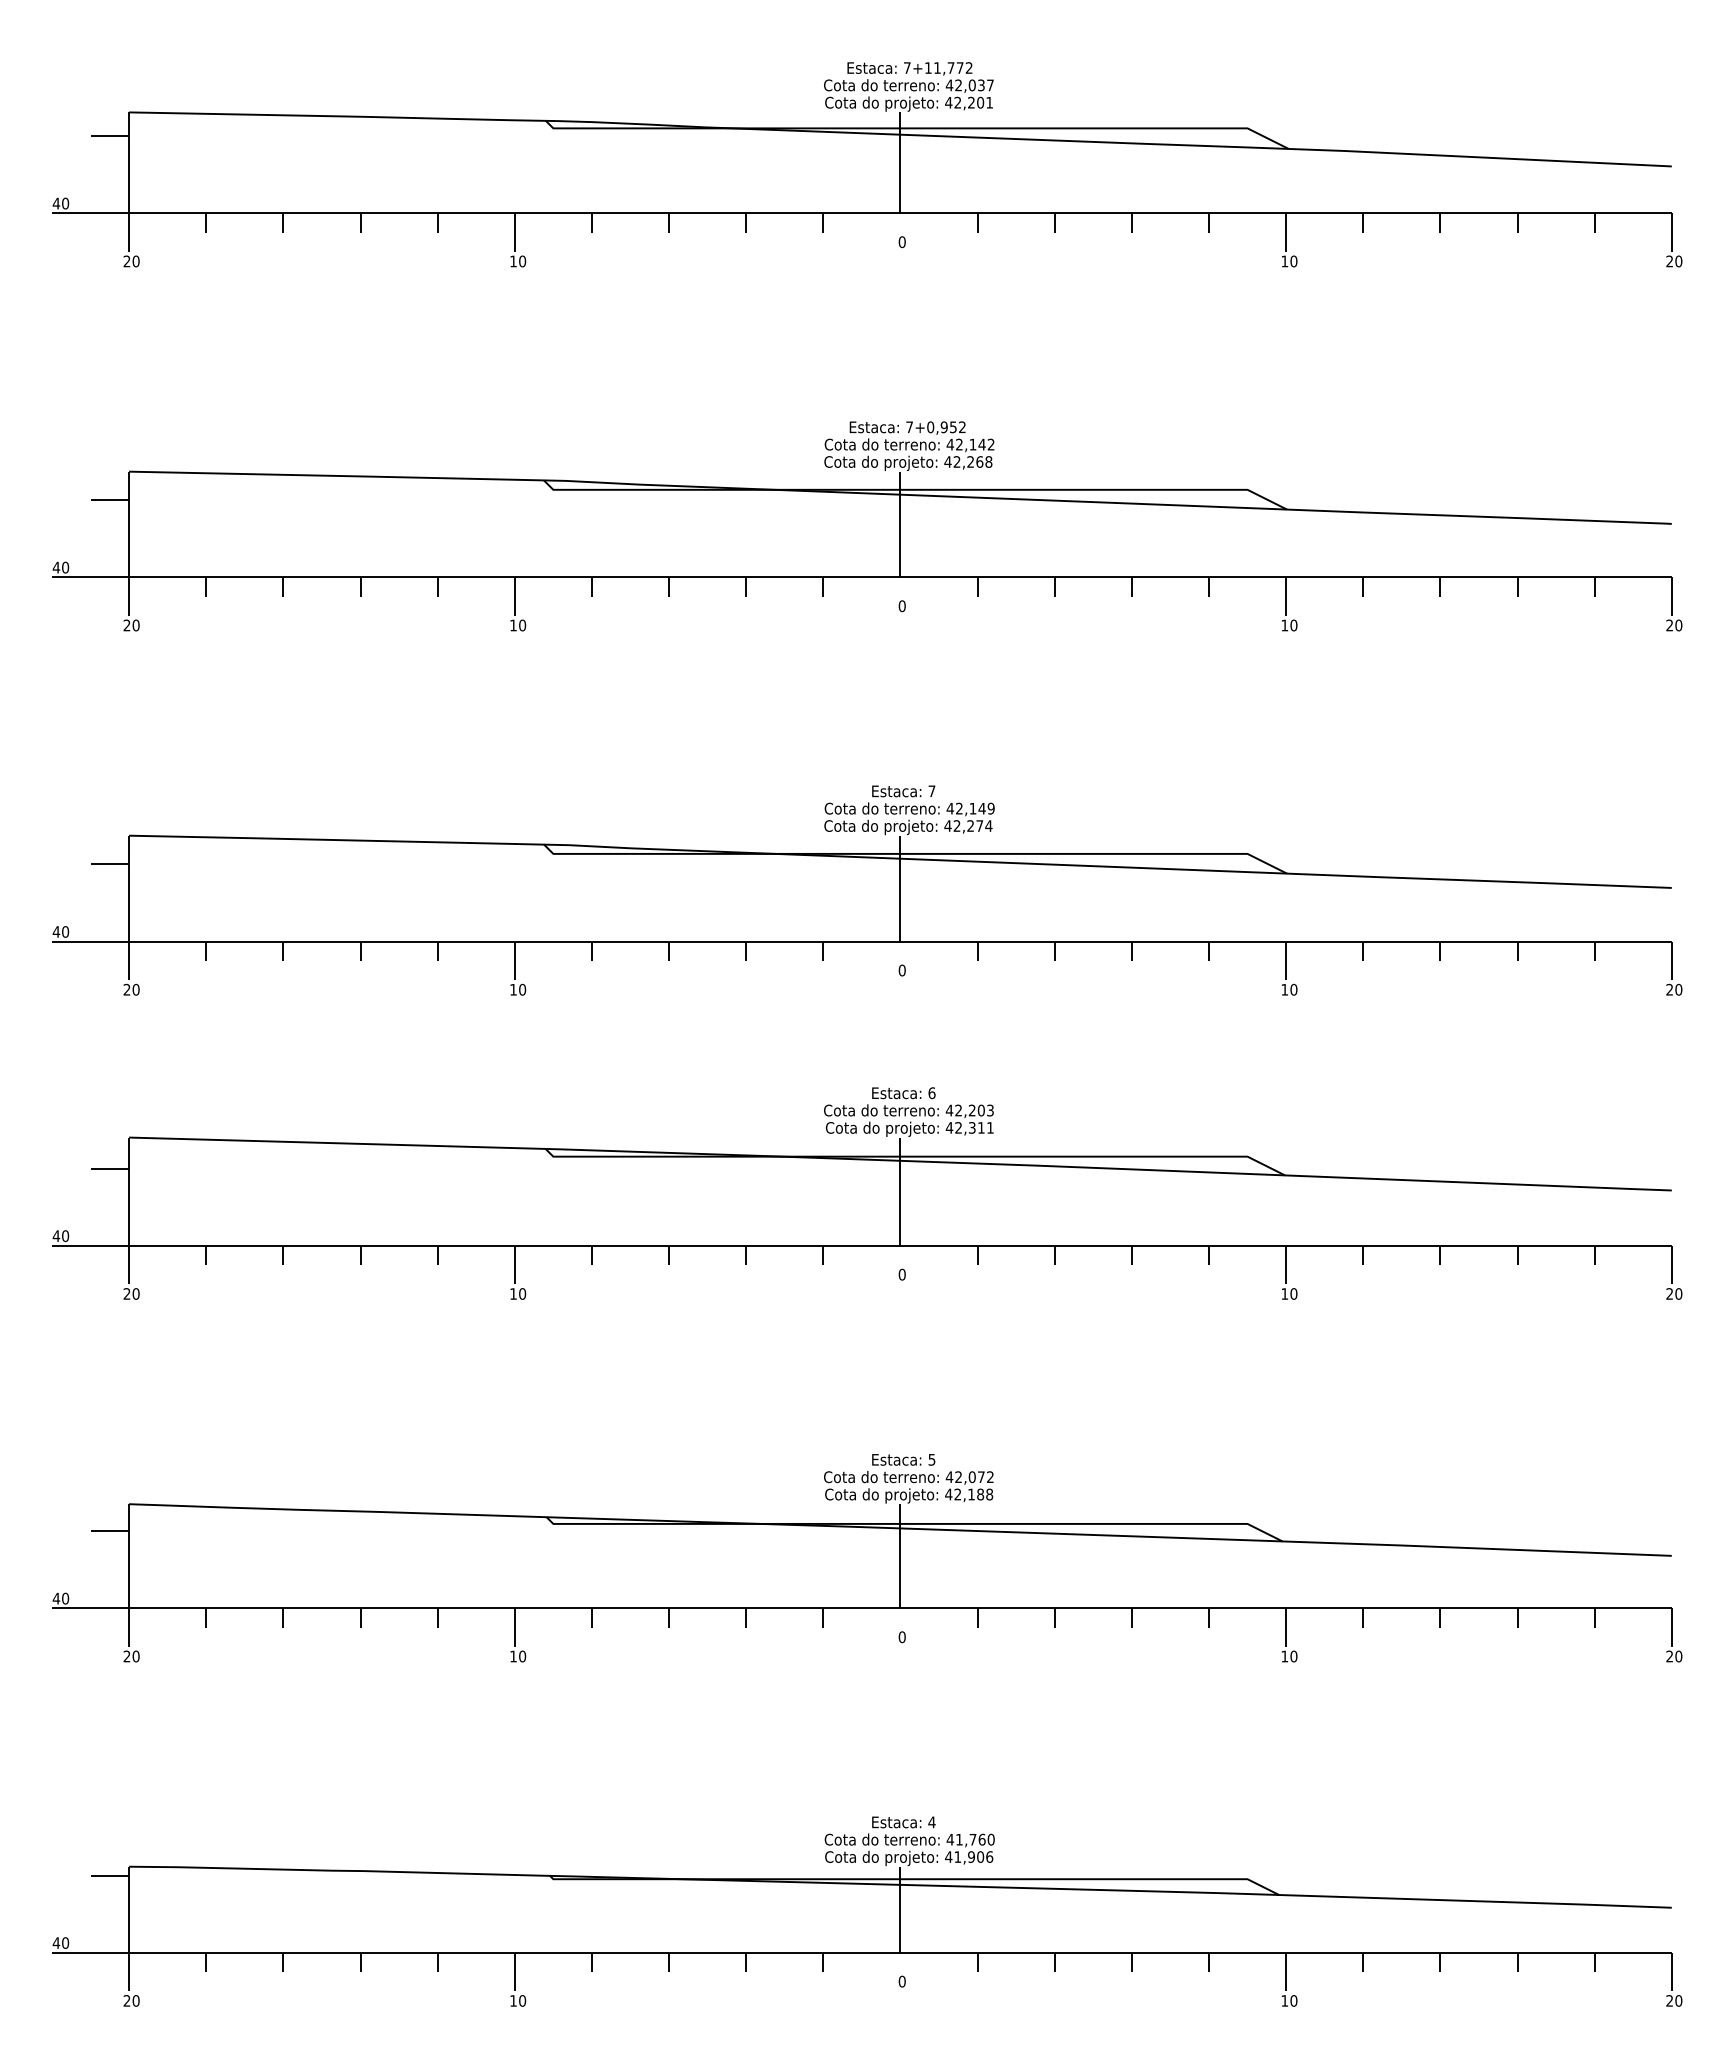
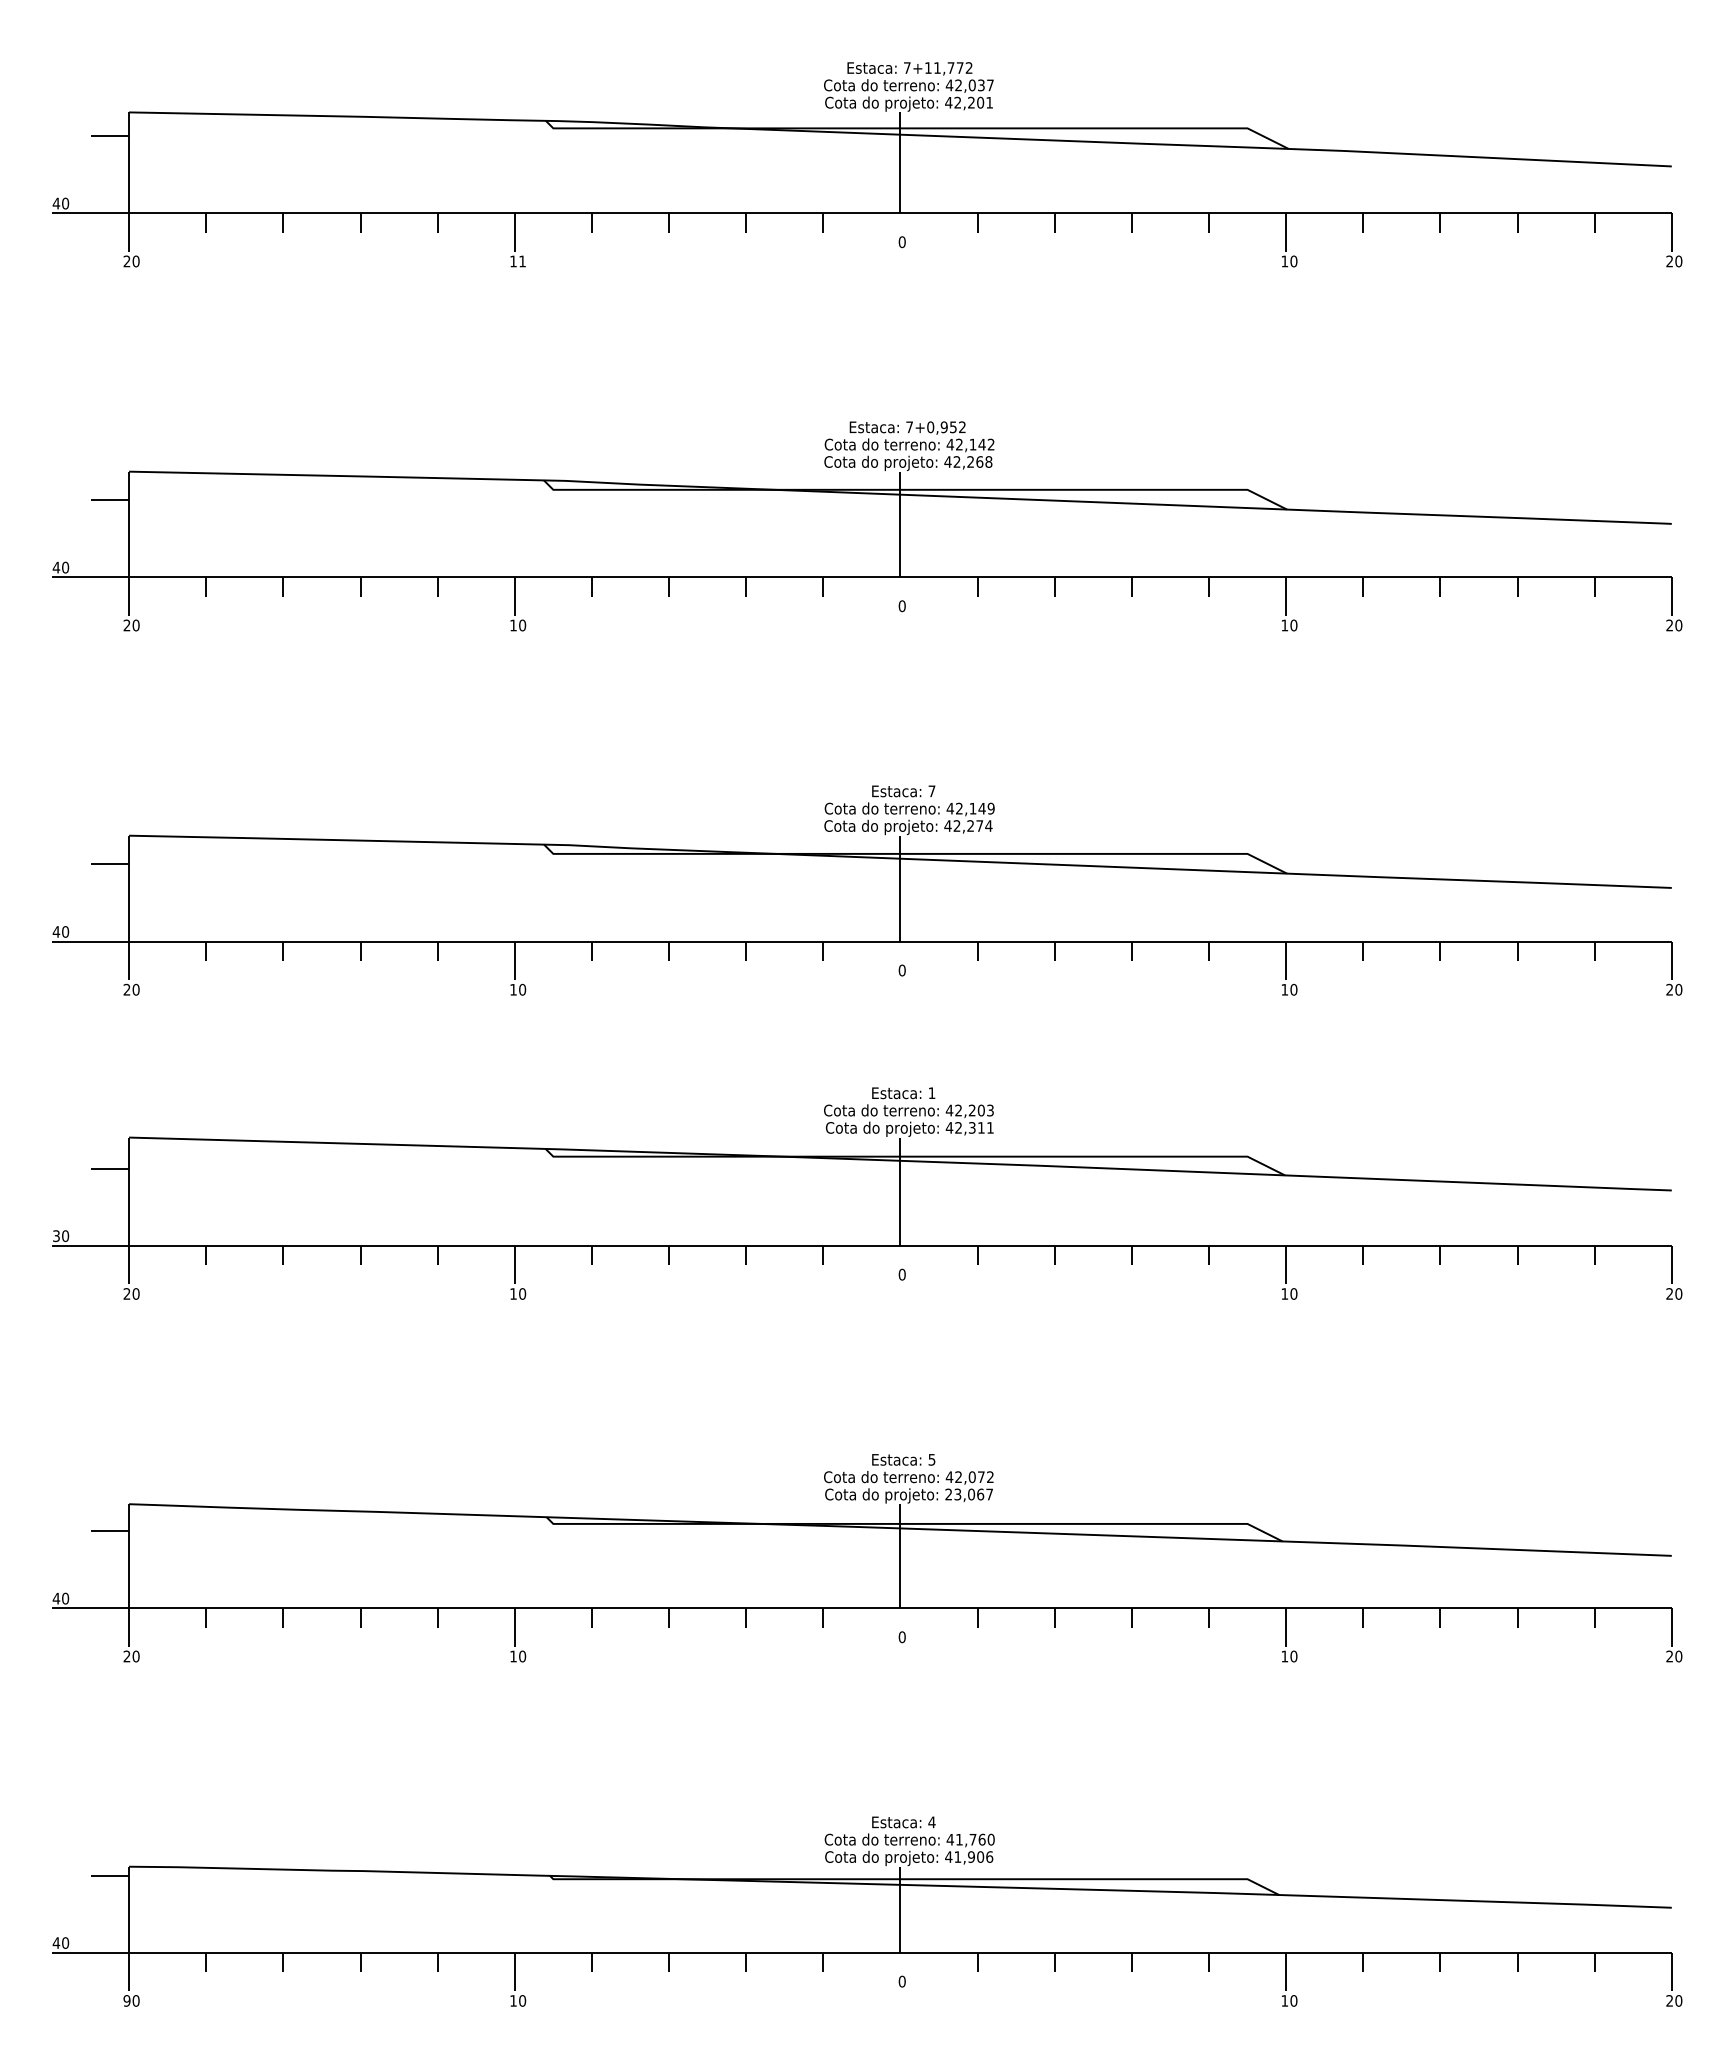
text at (522, 261): 10 -> 11
text at (931, 1093): 6 -> 1
text at (56, 1236): 40 -> 30
text at (969, 1494): 42,188 -> 23,067
text at (126, 2000): 20 -> 90
